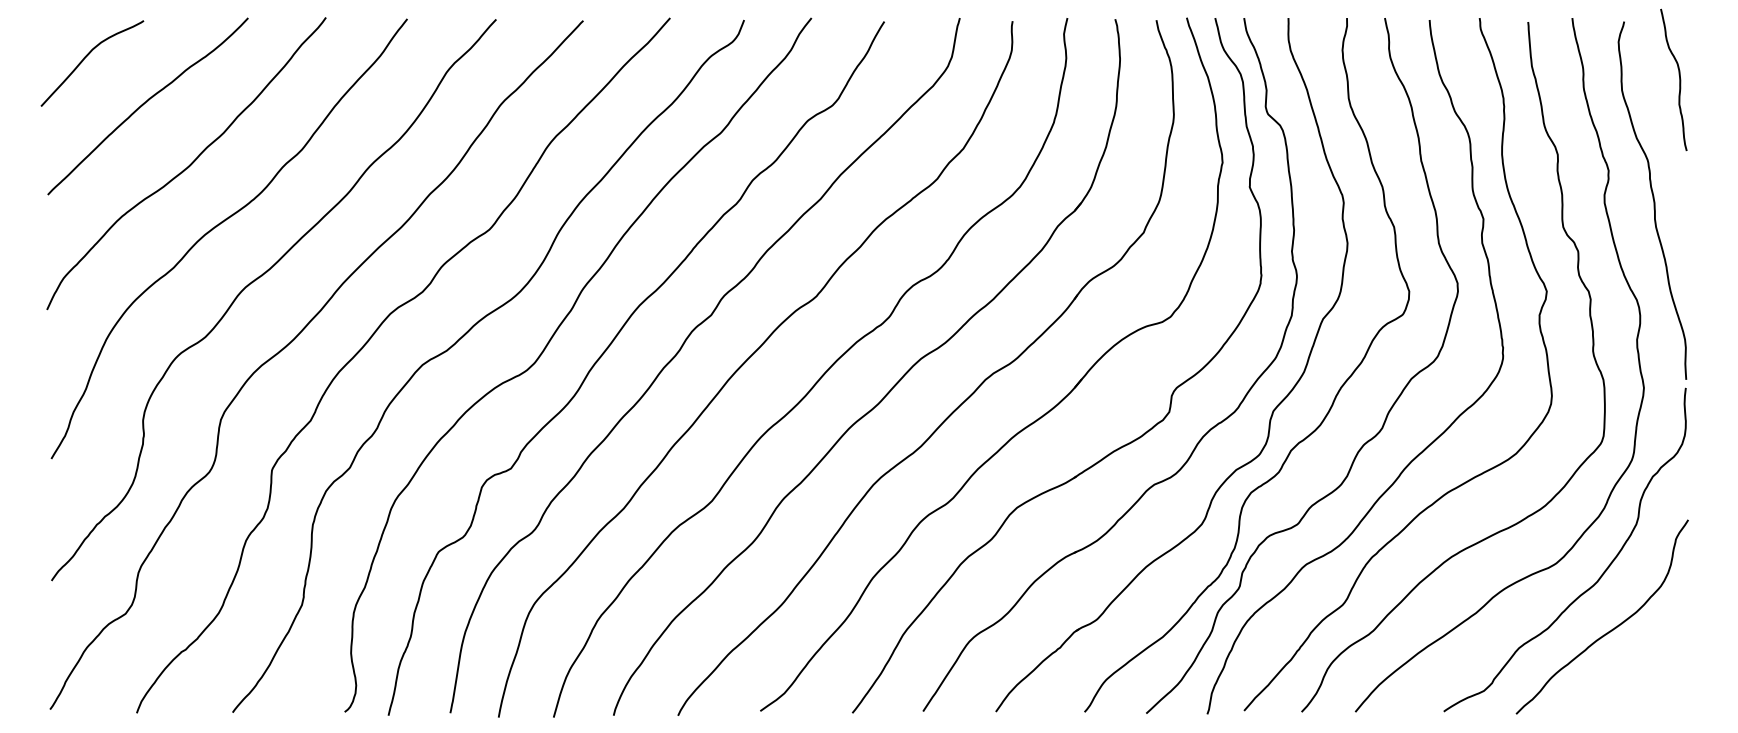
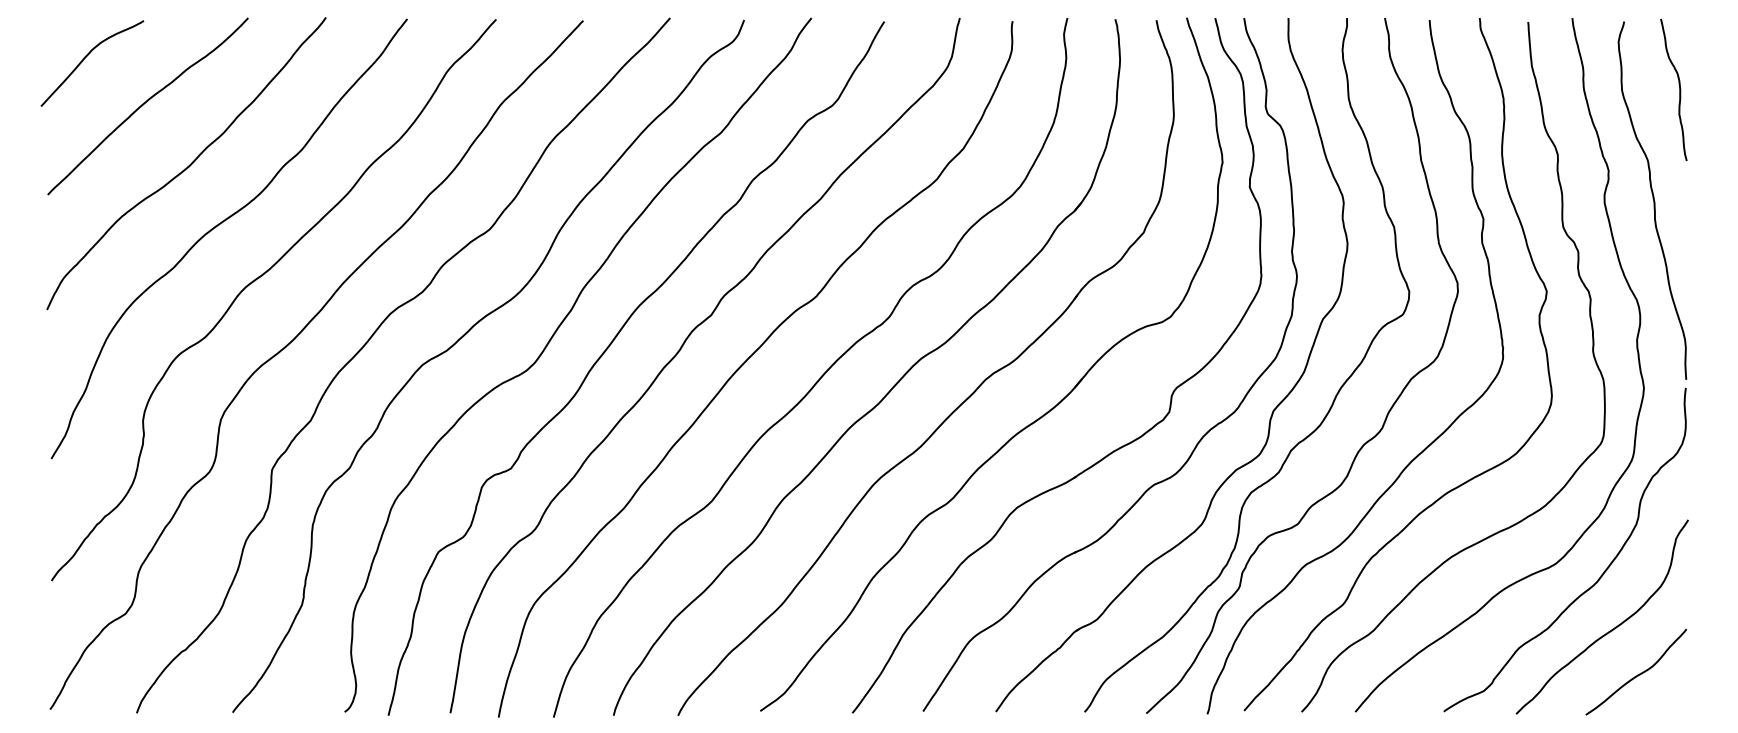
curve at (1679, 79) position: (1679, 79) -> (1679, 89)
curve at (1637, 674): none -> present
